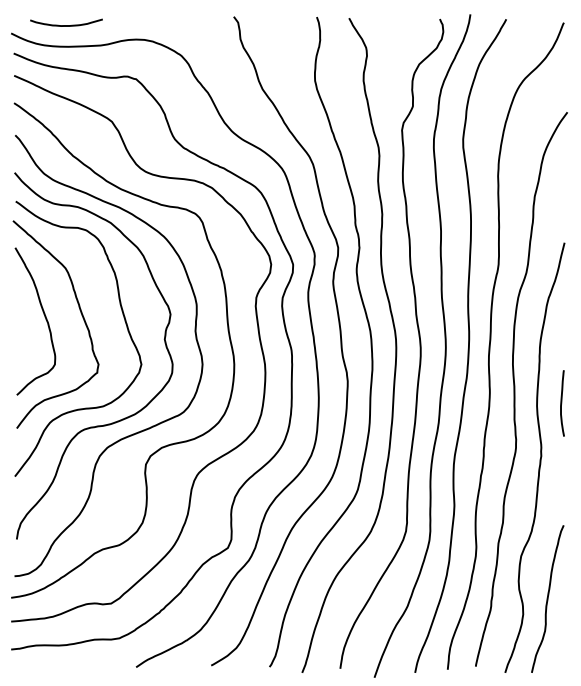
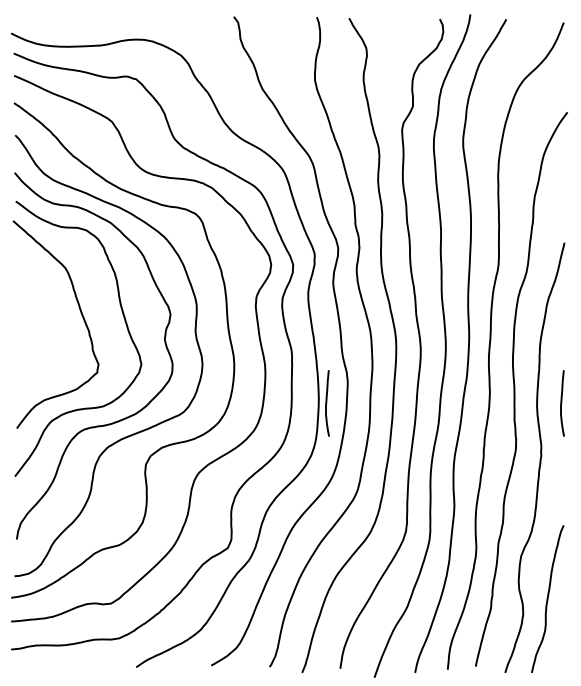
curve at (66, 25): present -> none
curve at (44, 317): present -> none
curve at (327, 403): none -> present
